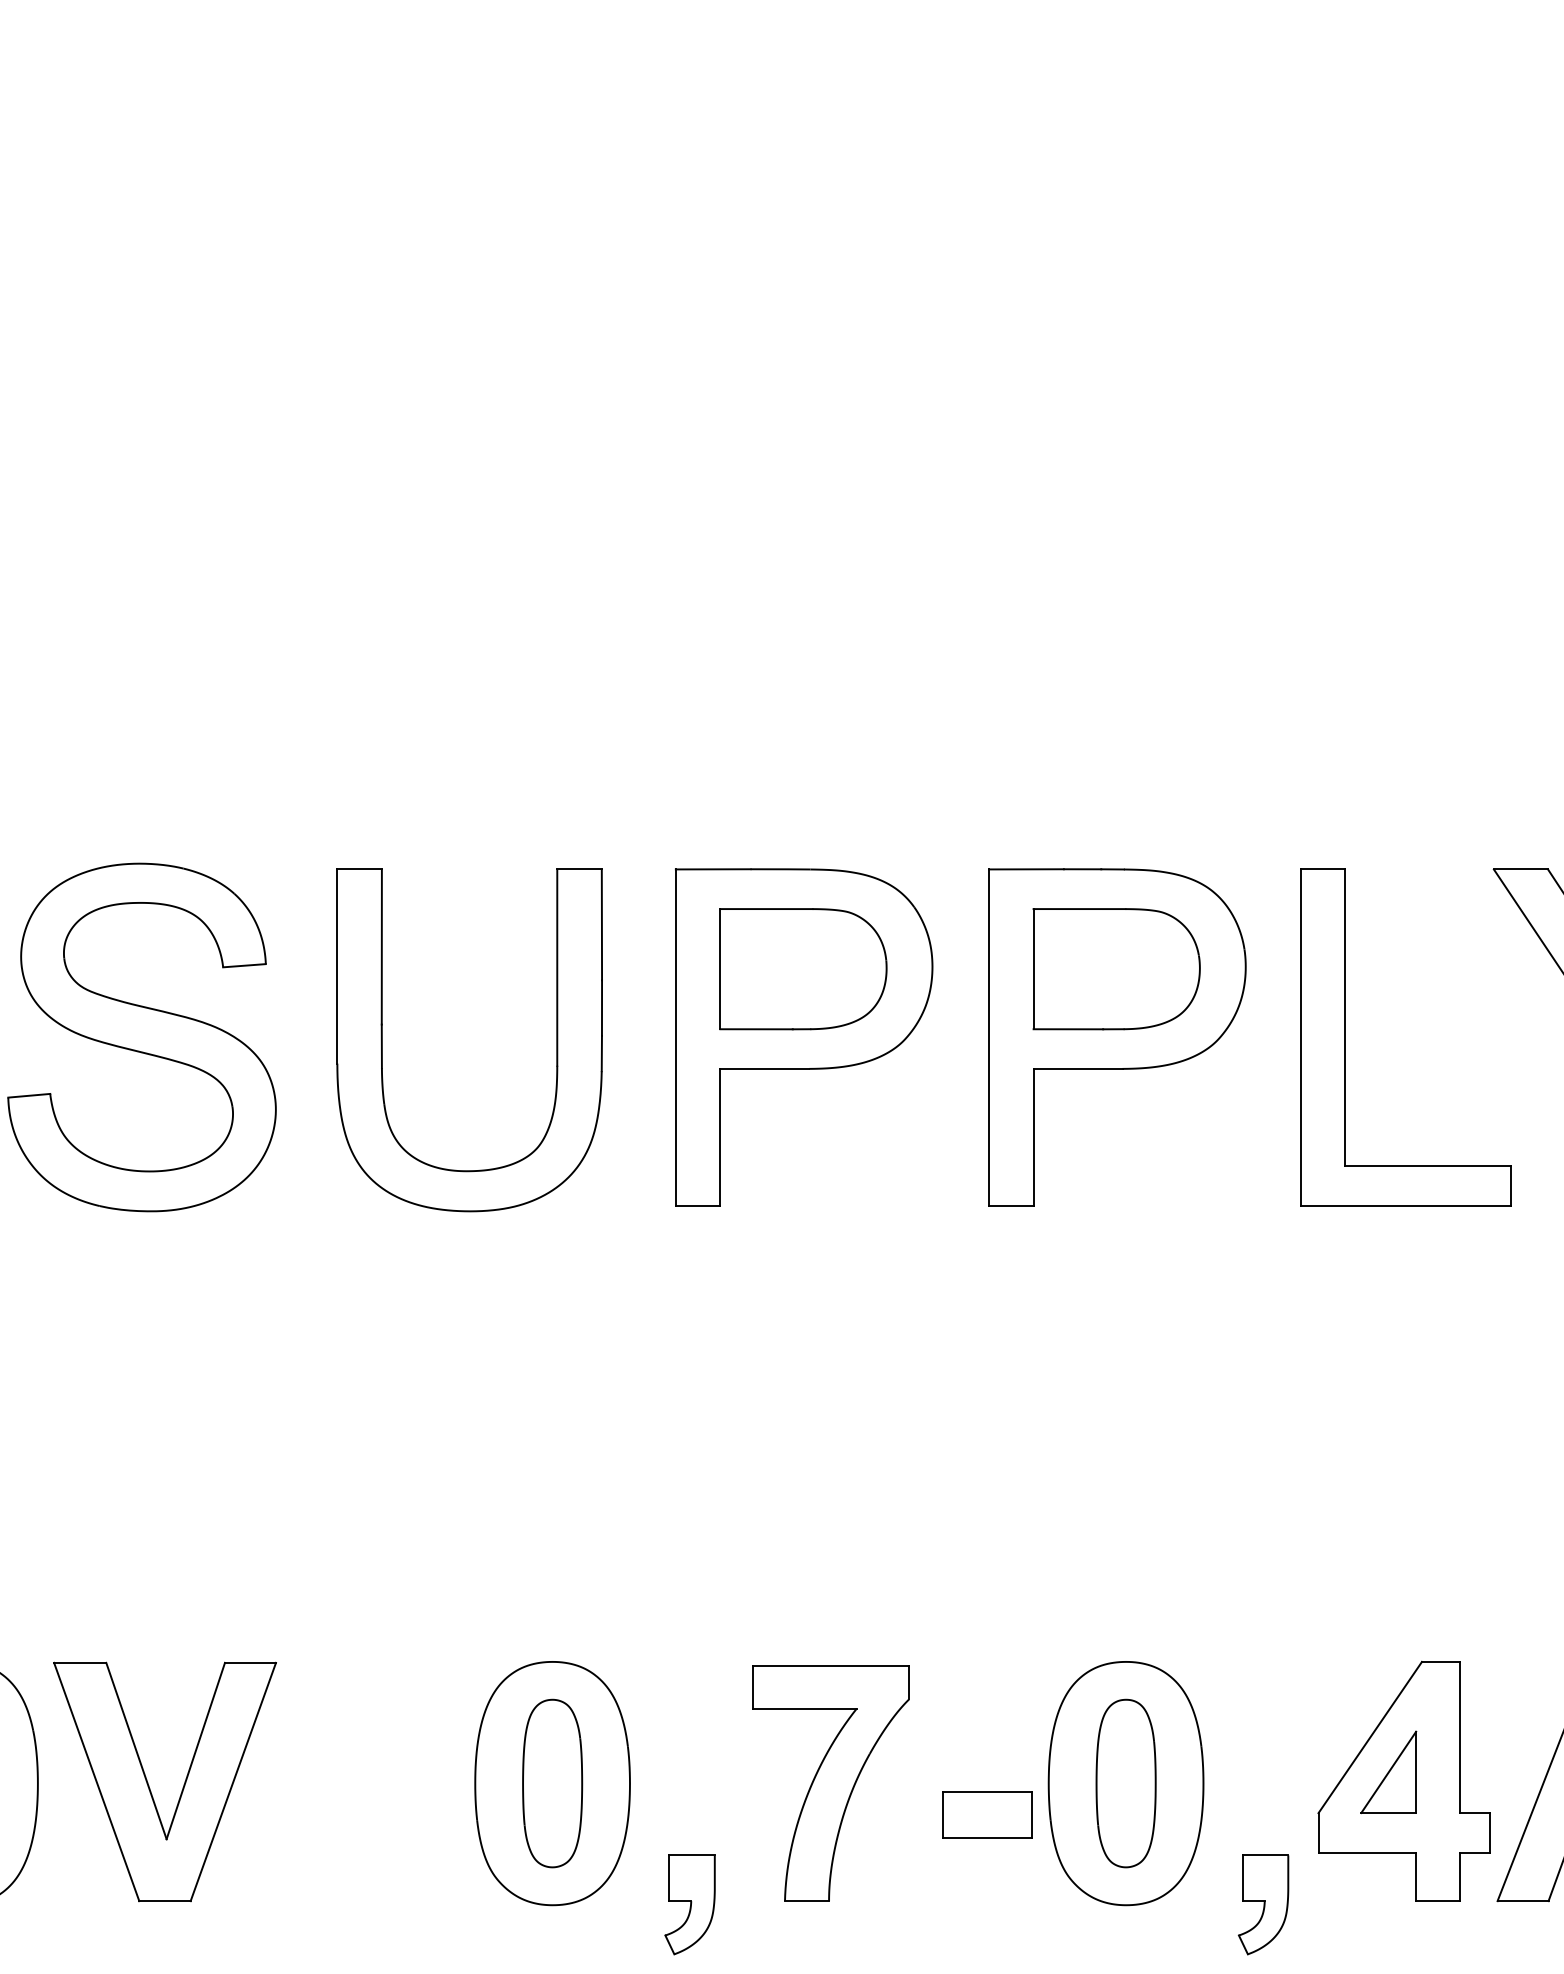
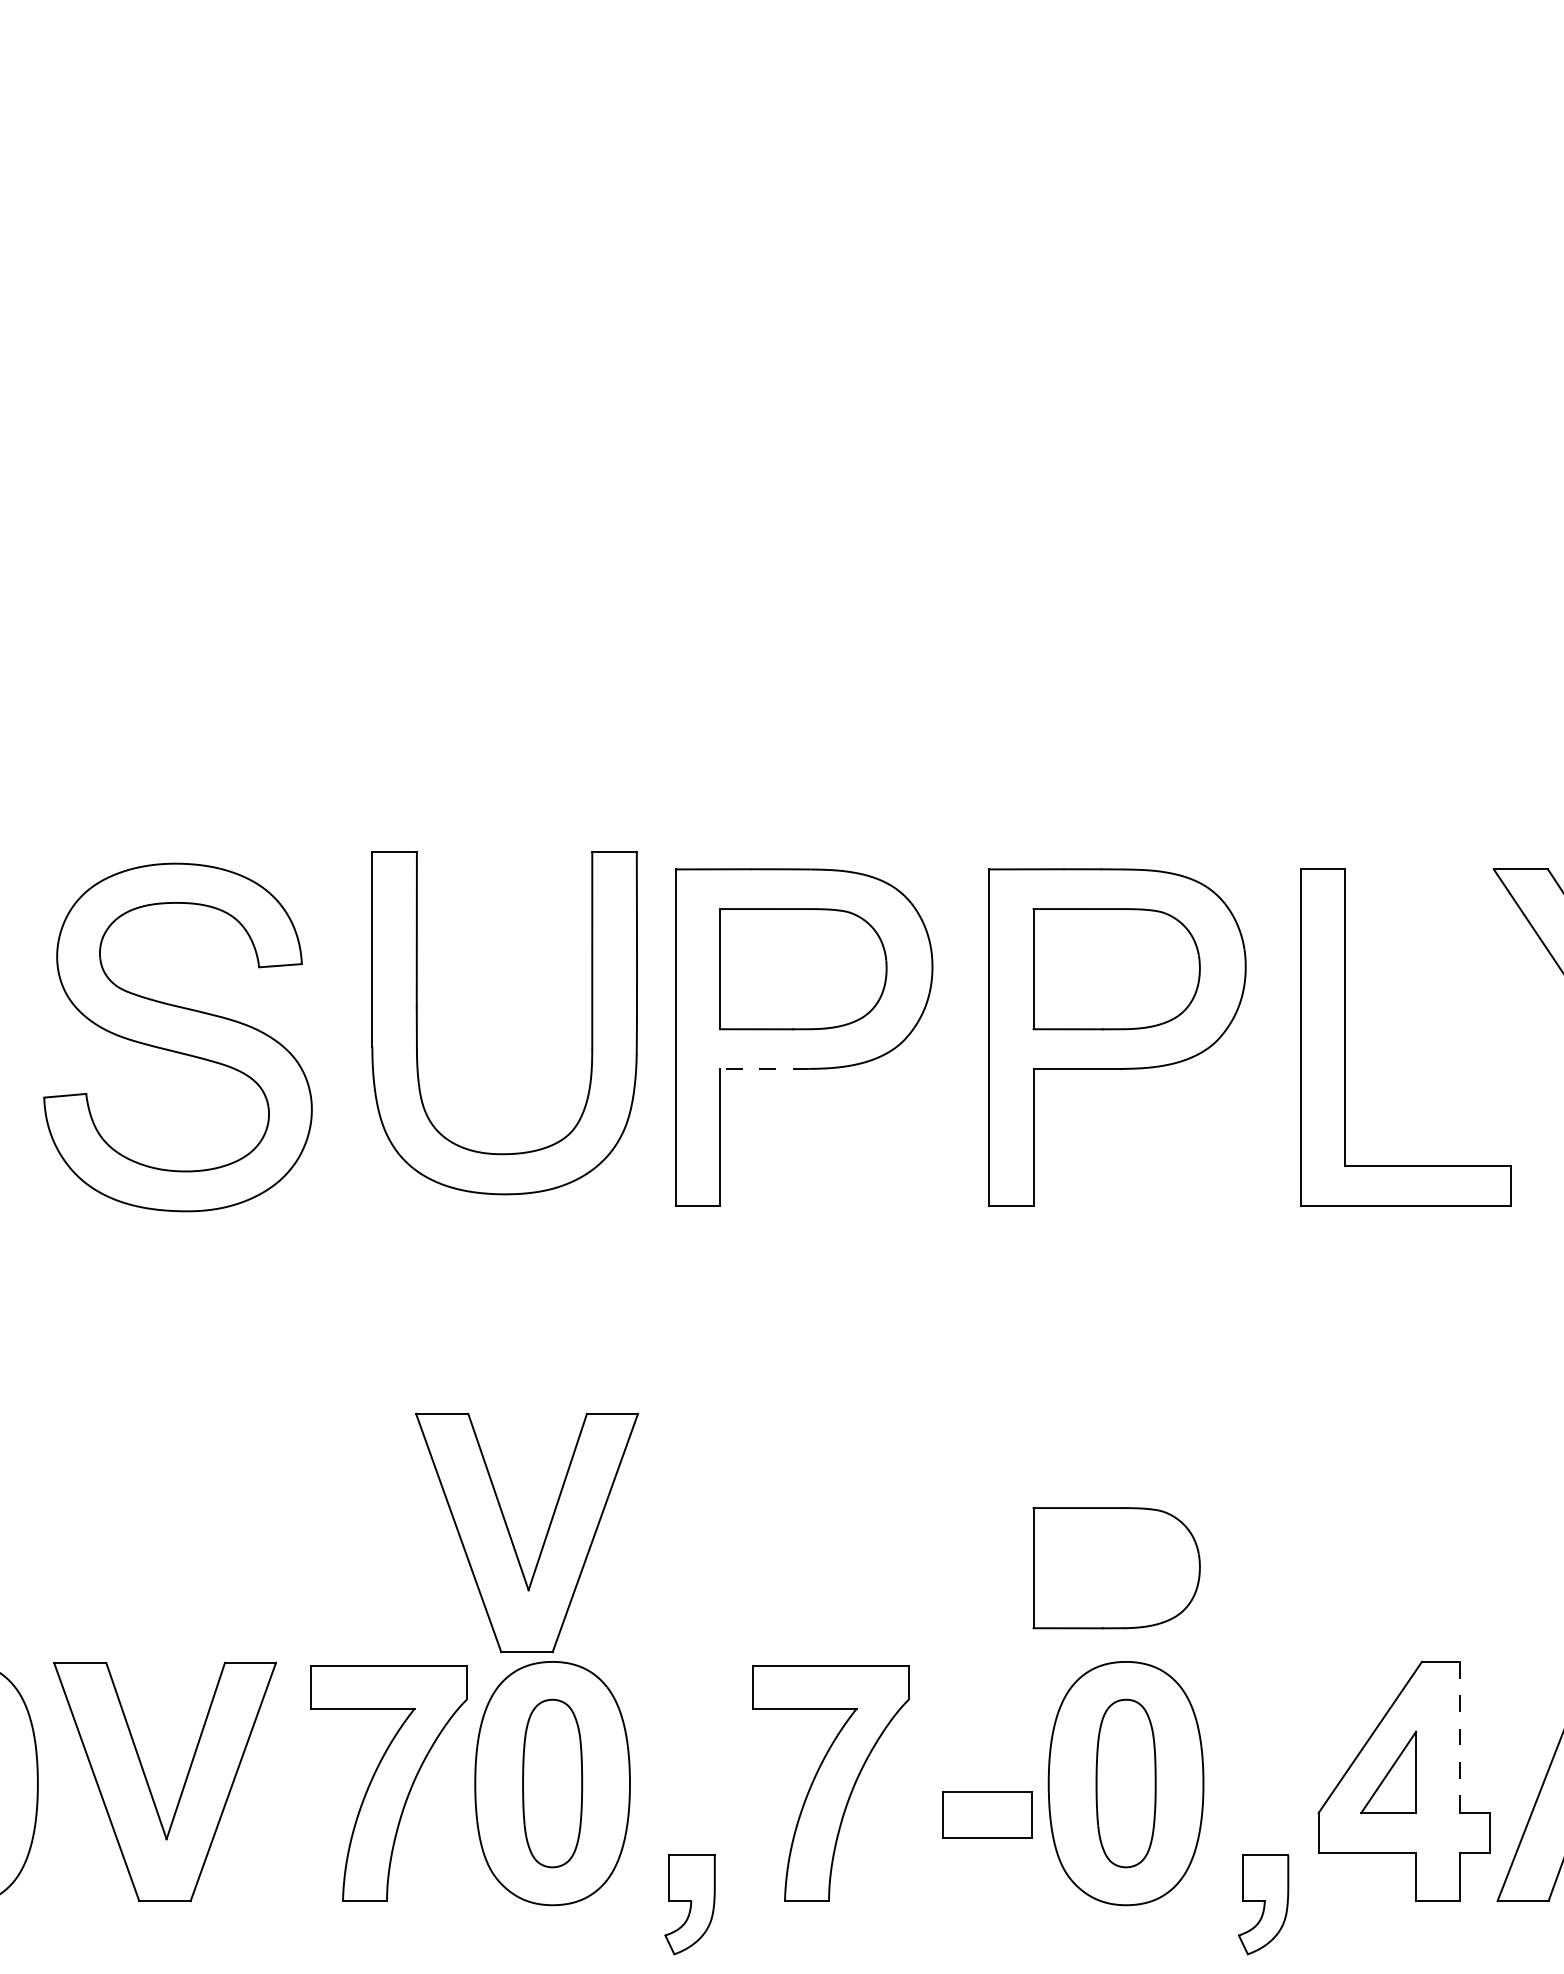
part at (141, 1037) position: (141, 1037) -> (177, 1037)
part at (382, 1040) position: (382, 1040) -> (417, 1023)
line at (764, 1068): solid -> dashed
part at (511, 1536): none -> present
part at (1116, 1568): none -> present
line at (1460, 1737): solid -> dashed
part at (388, 1783): none -> present
